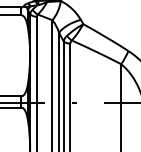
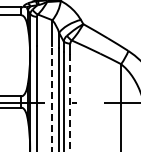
line at (52, 98): solid -> dashed
line at (70, 102): solid -> dashed
